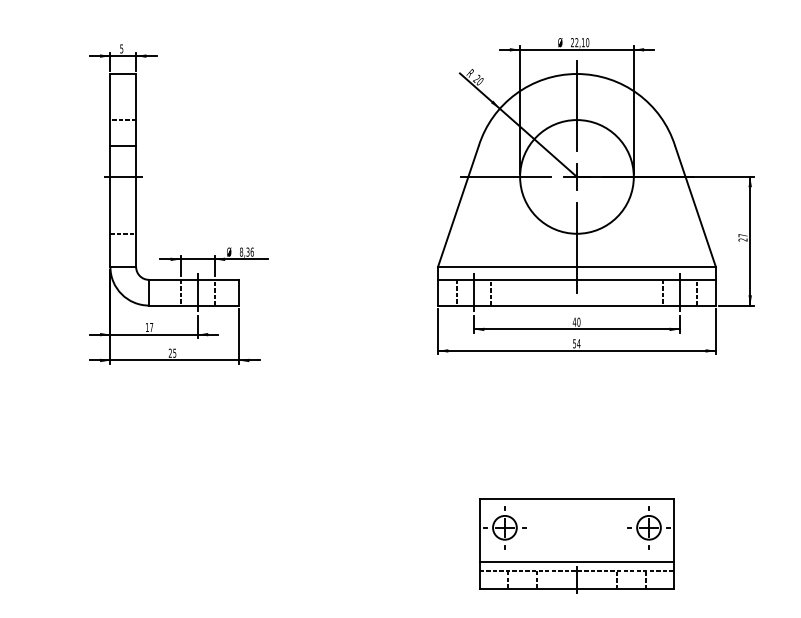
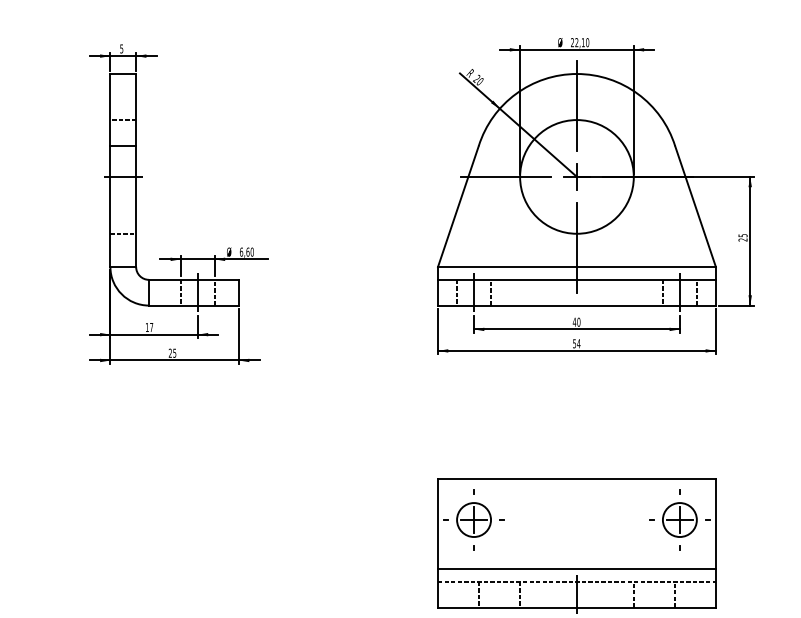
text at (742, 235): 27 -> 25
text at (246, 251): 8,36 -> 6,60
part at (576, 545) size: 196x96 px -> 280x136 px
